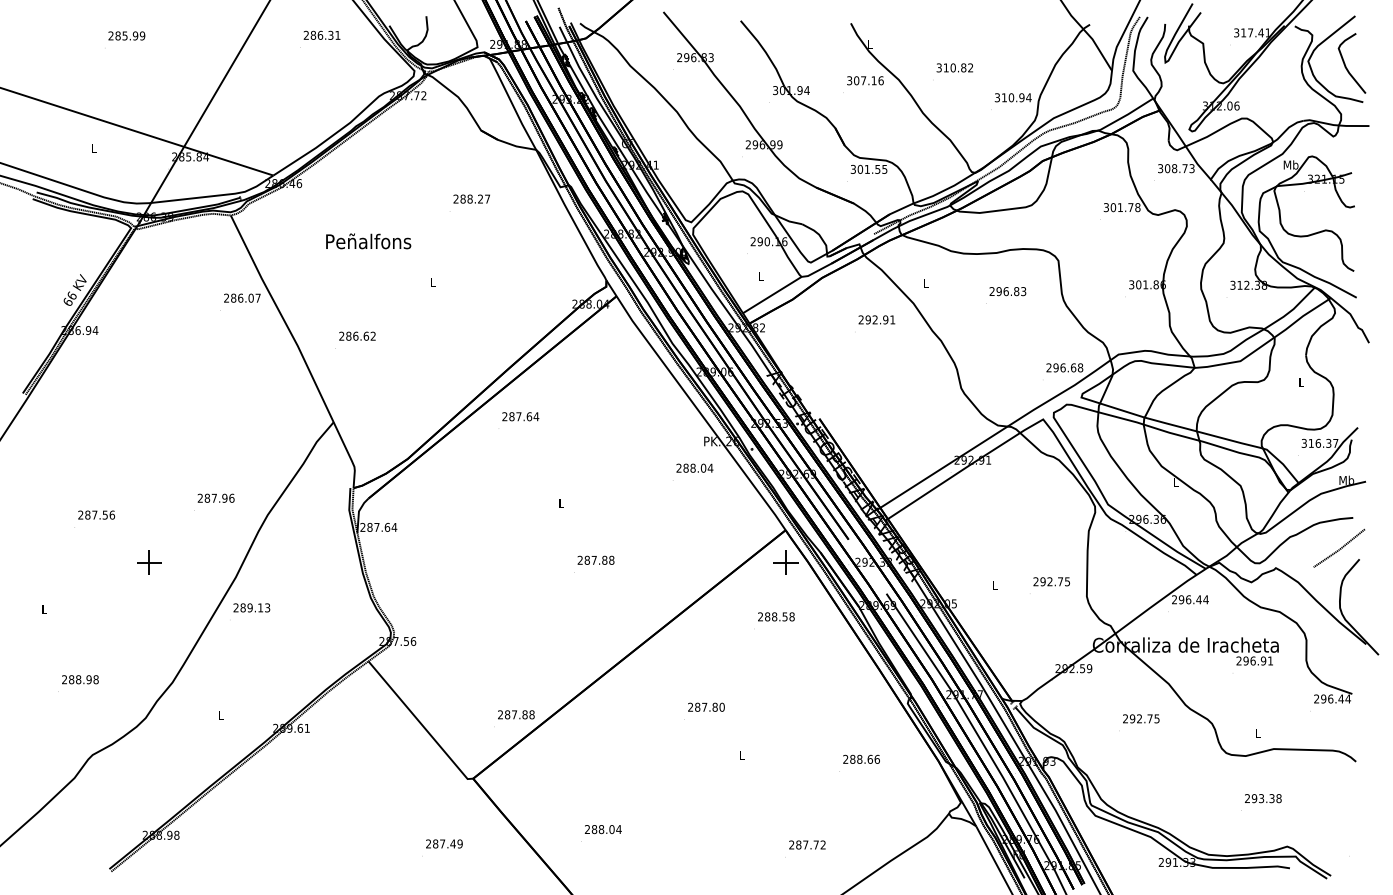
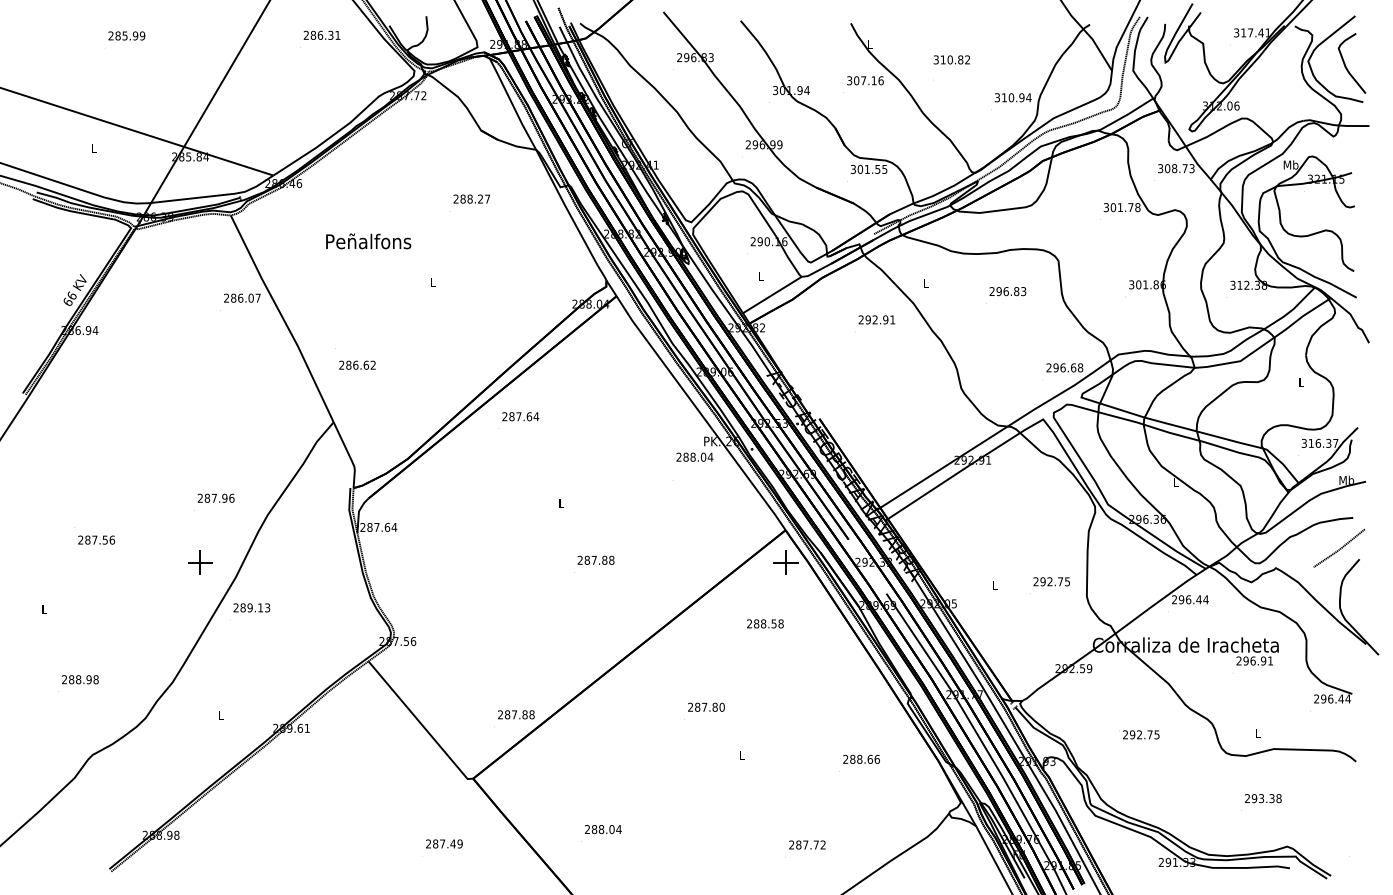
text at (954, 67) position: (954, 67) -> (951, 59)
text at (357, 335) position: (357, 335) -> (357, 364)
text at (694, 467) position: (694, 467) -> (694, 456)
text at (96, 514) position: (96, 514) -> (96, 539)
part at (149, 562) position: (149, 562) -> (200, 562)
text at (776, 616) position: (776, 616) -> (765, 623)
text at (1141, 718) position: (1141, 718) -> (1141, 734)
